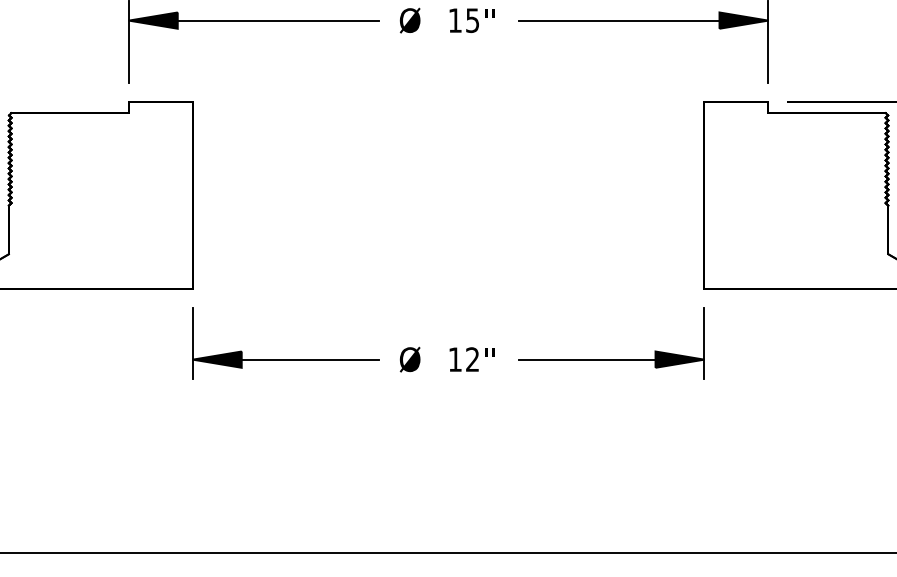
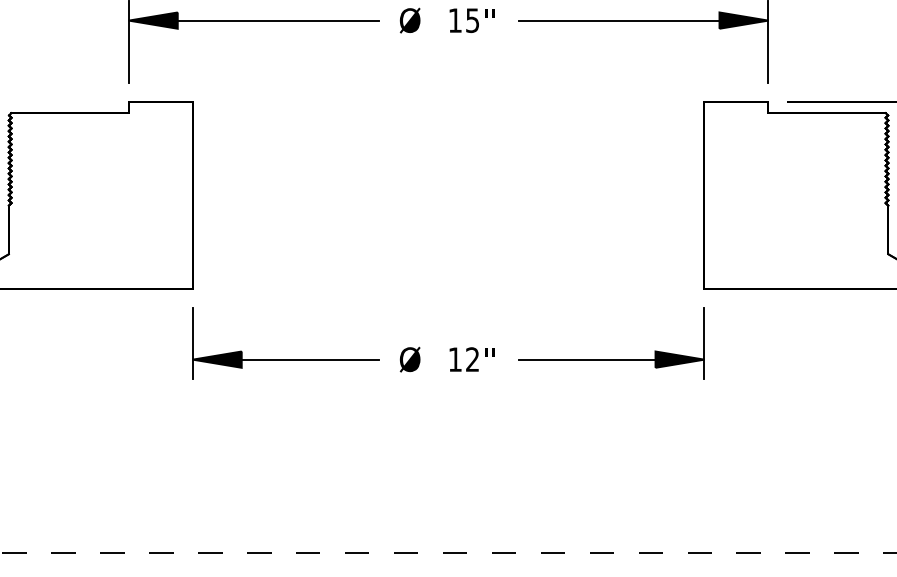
line at (448, 553): solid -> dashed
